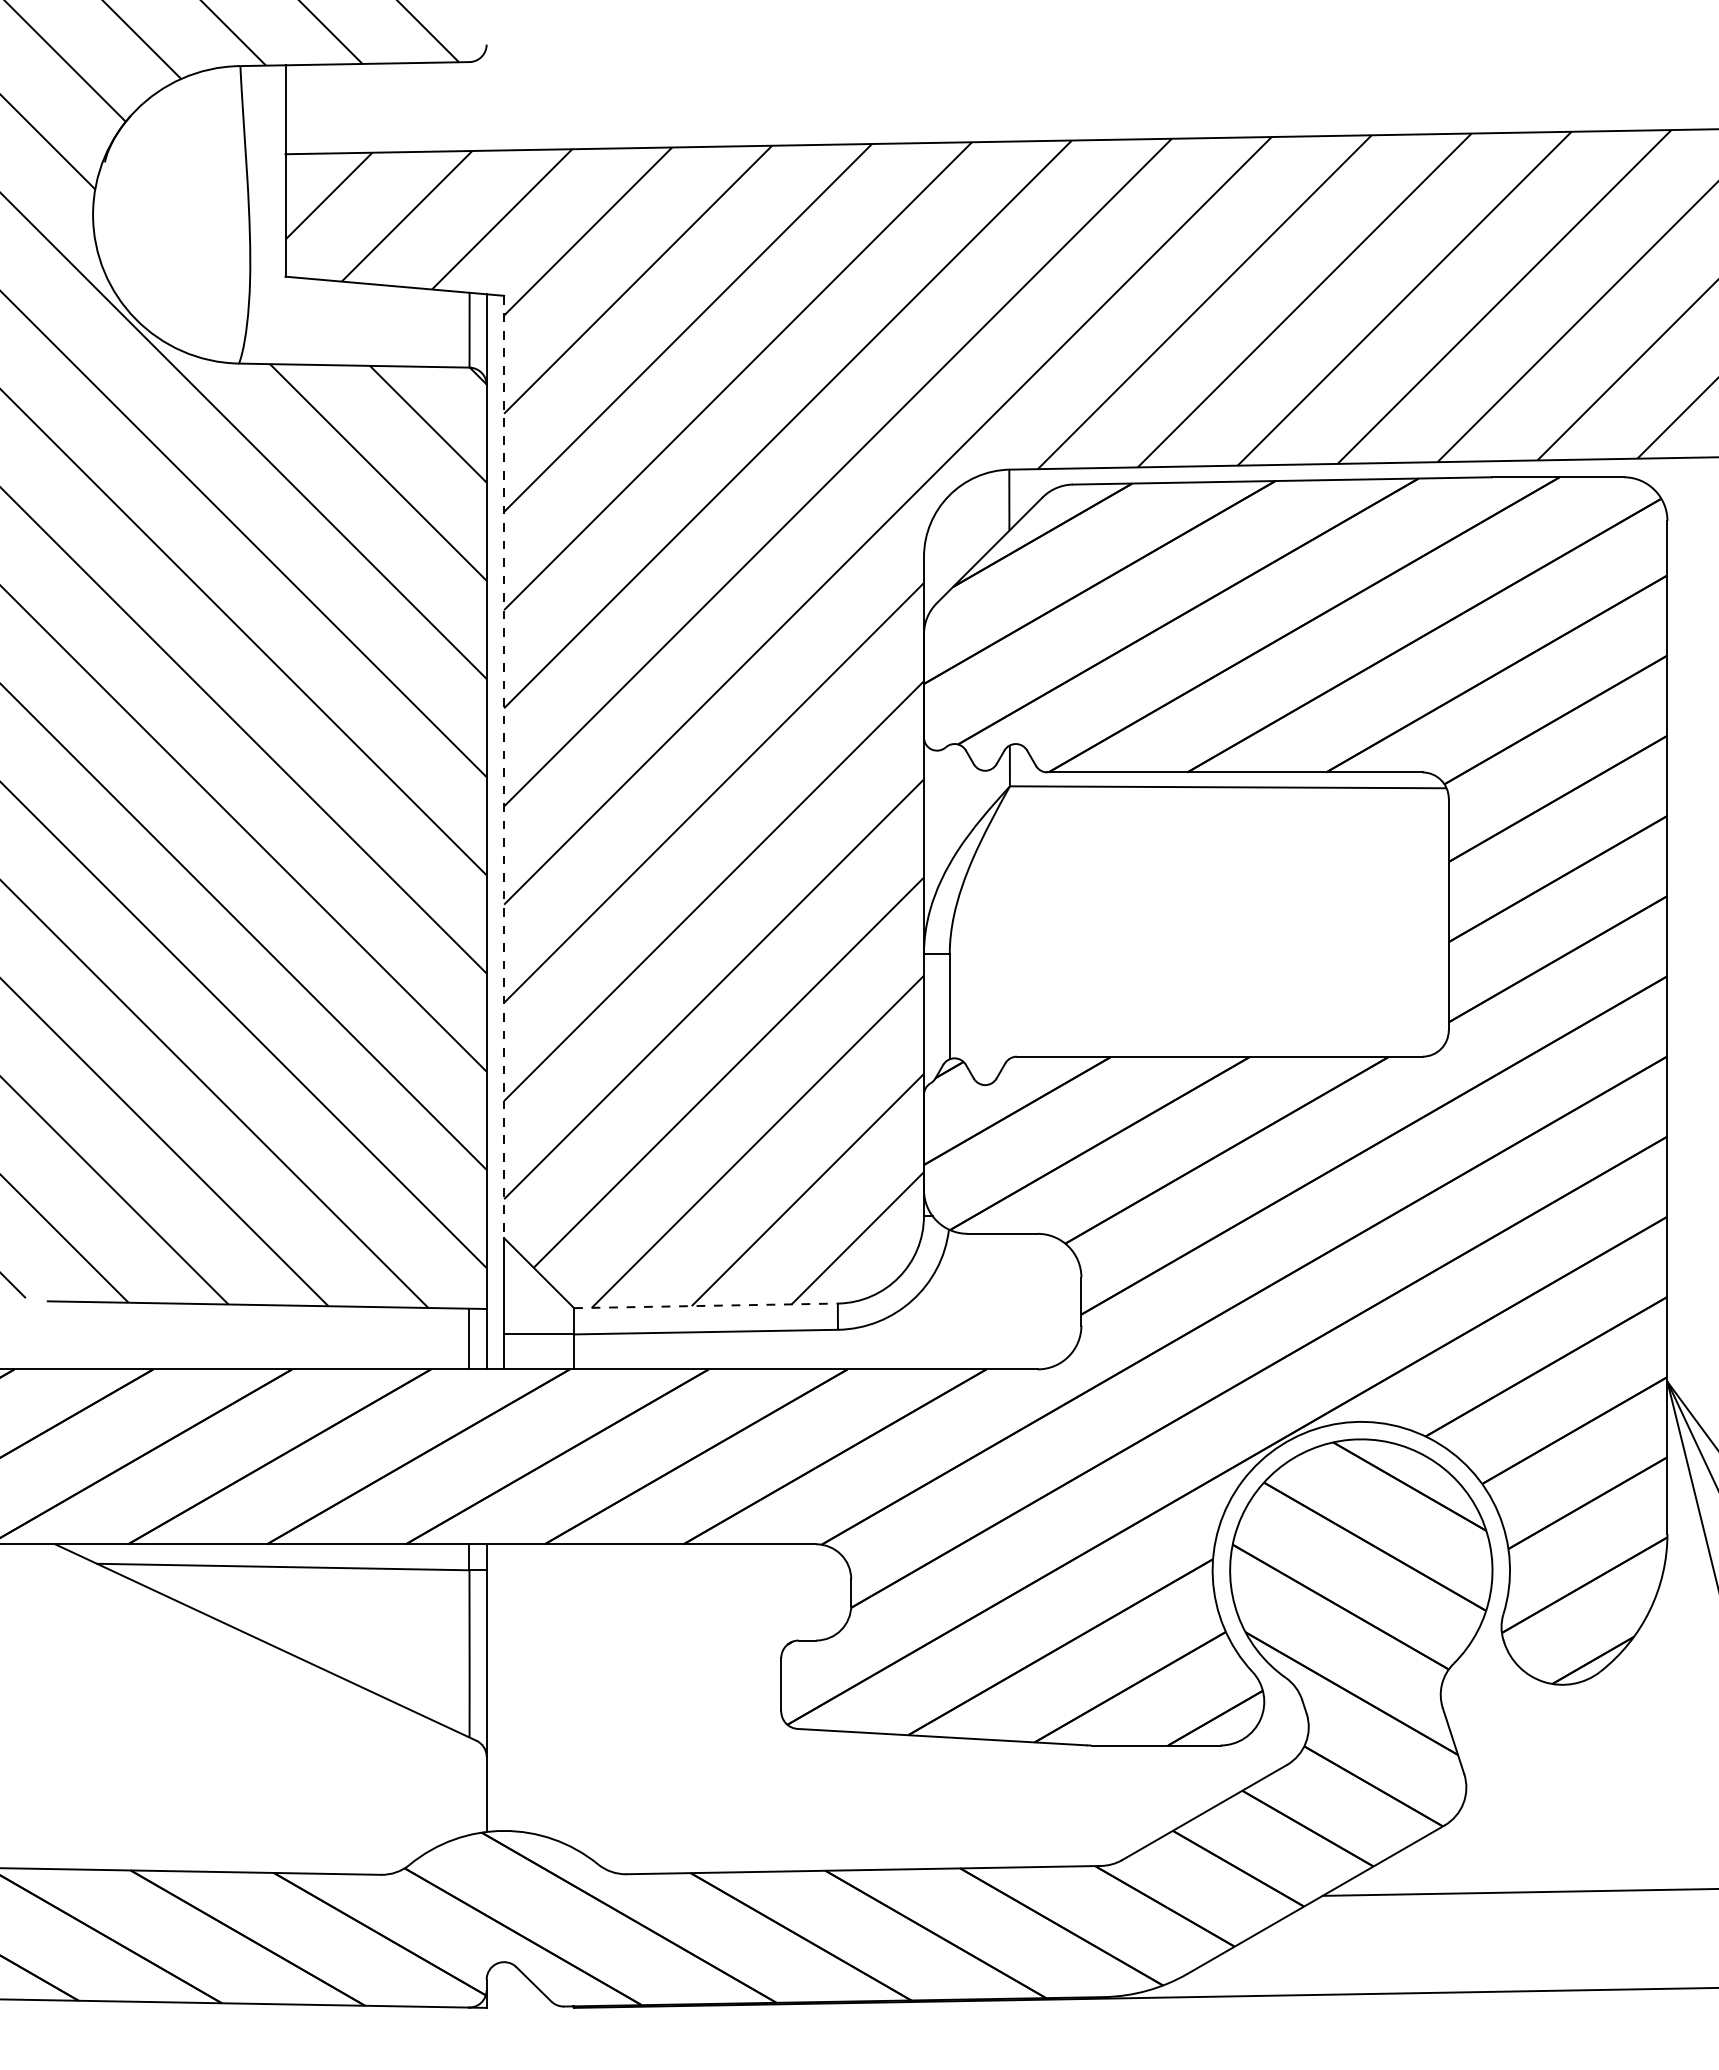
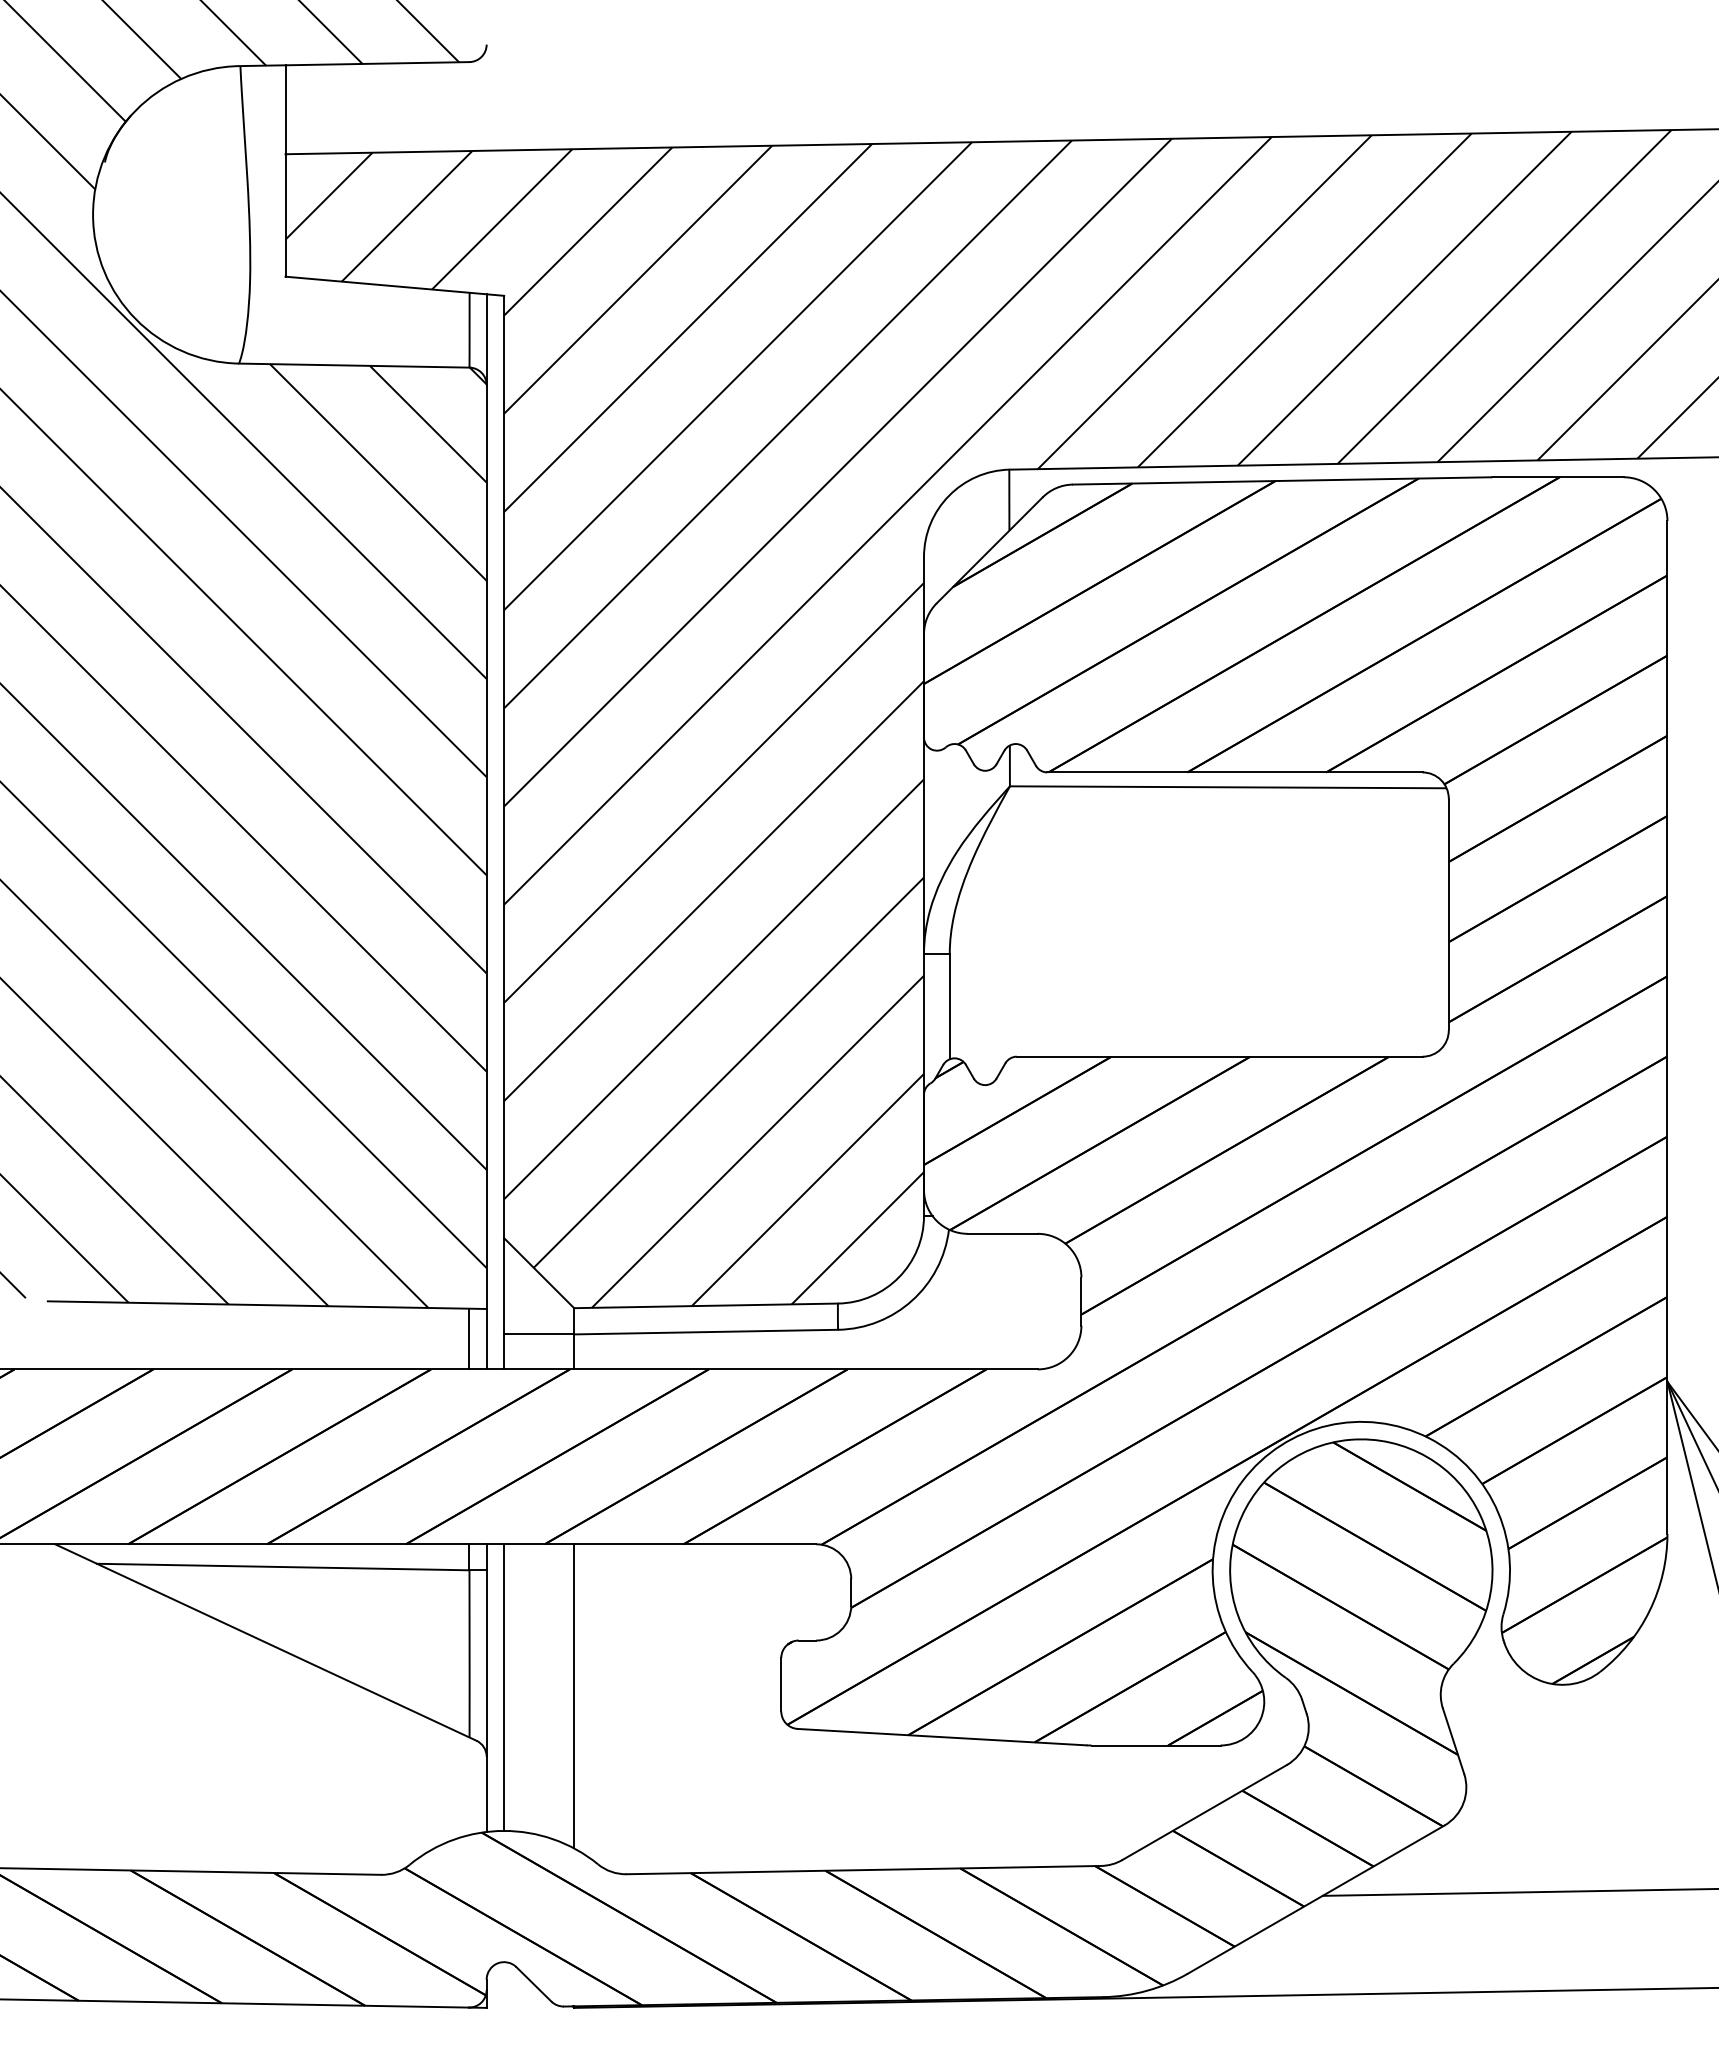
line at (504, 767): dashed -> solid
line at (706, 1305): dashed -> solid
line at (504, 1687): none -> present
line at (574, 1696): none -> present
